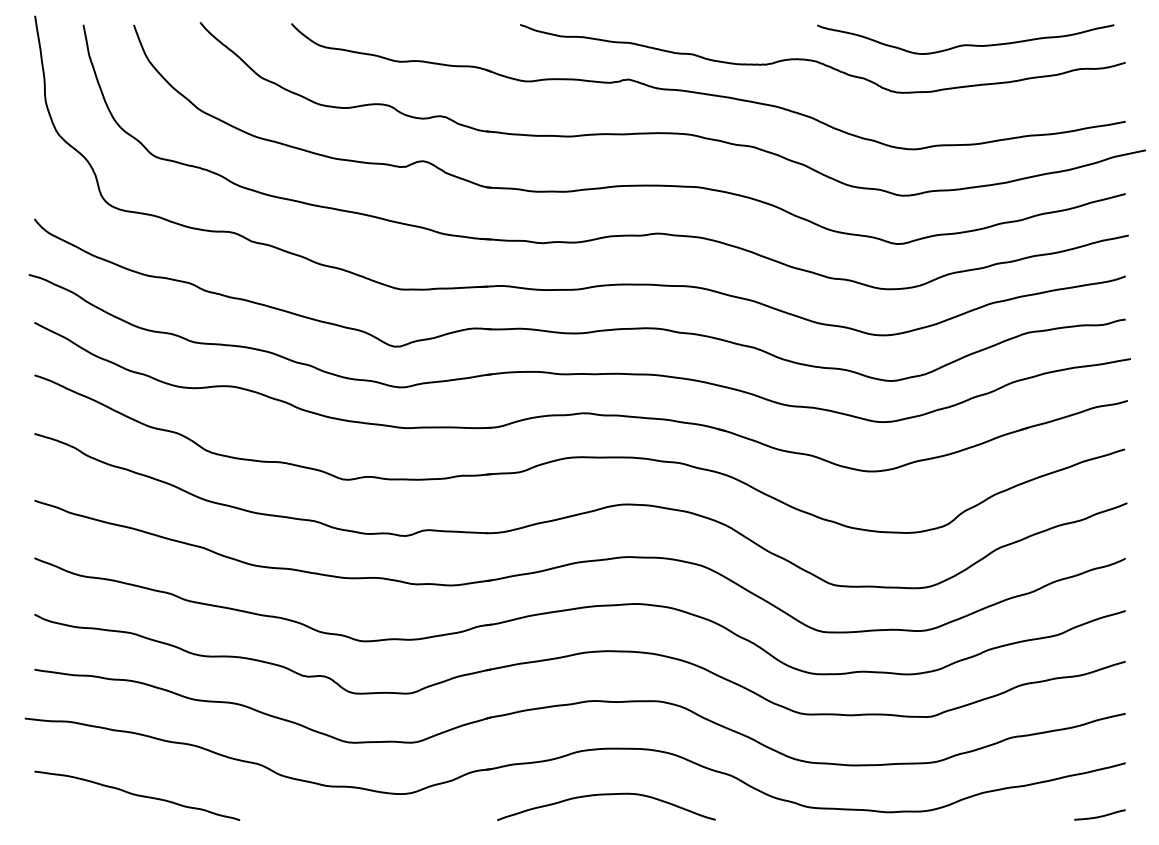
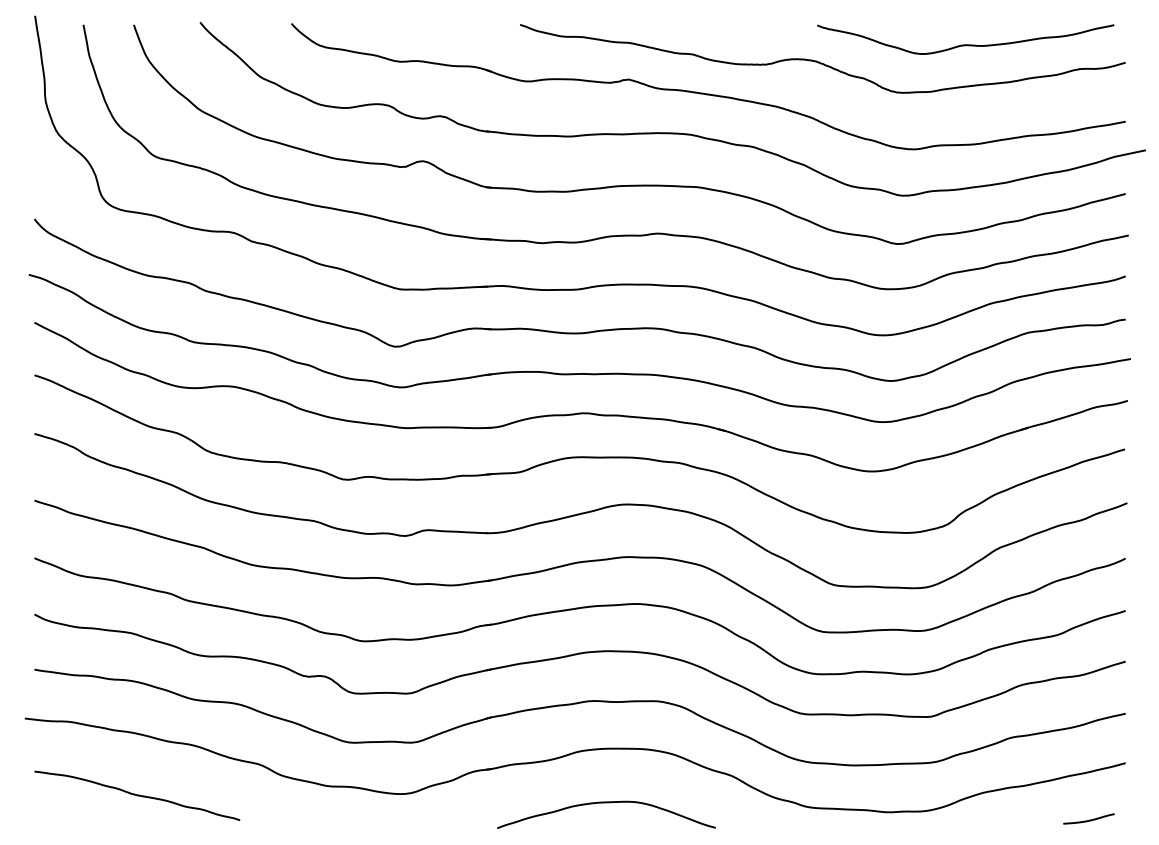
curve at (606, 795) position: (606, 795) -> (606, 803)
curve at (1100, 815) position: (1100, 815) -> (1089, 819)
